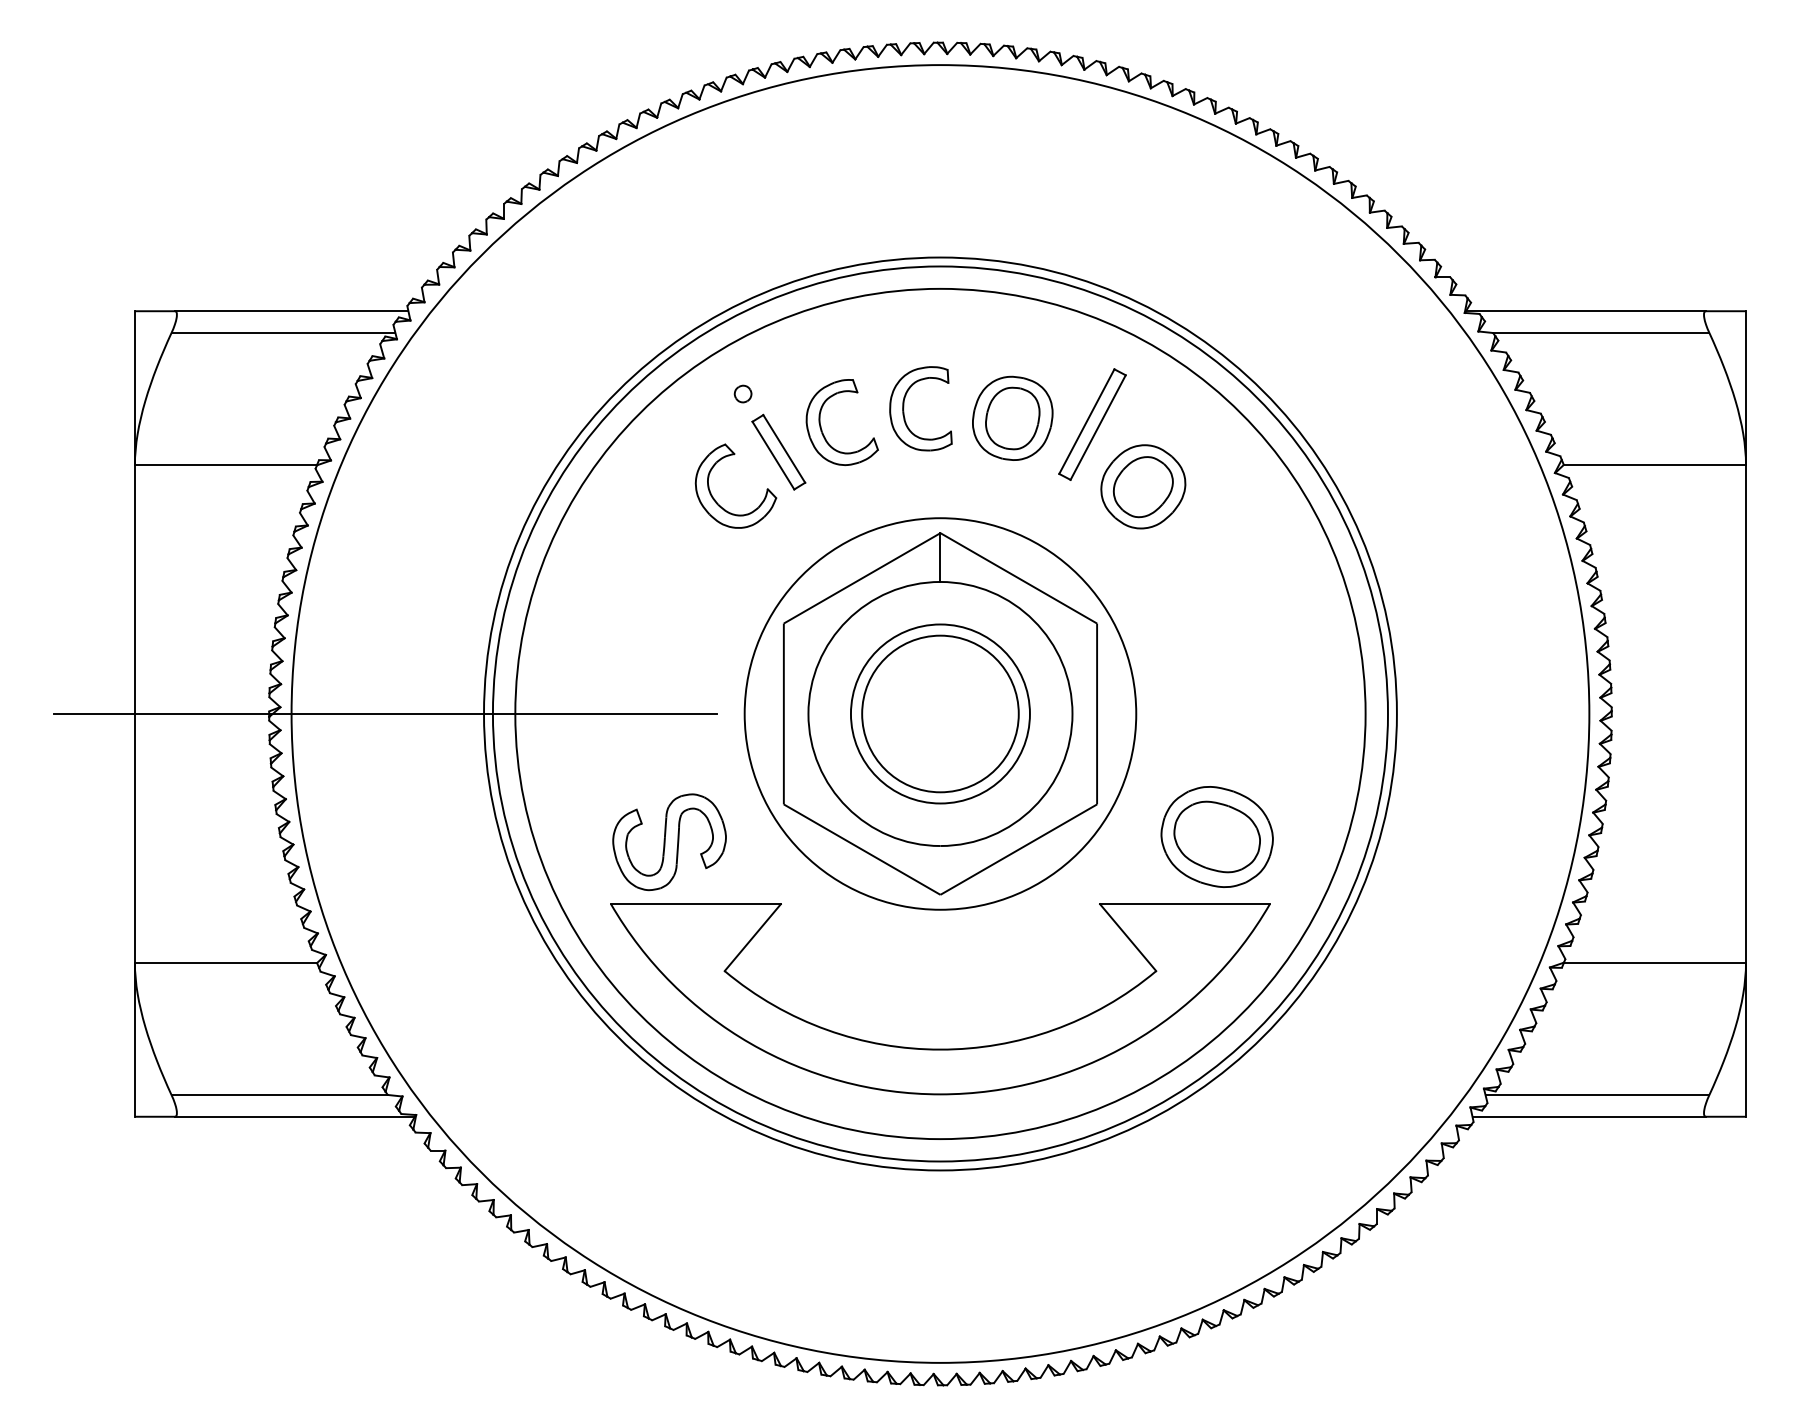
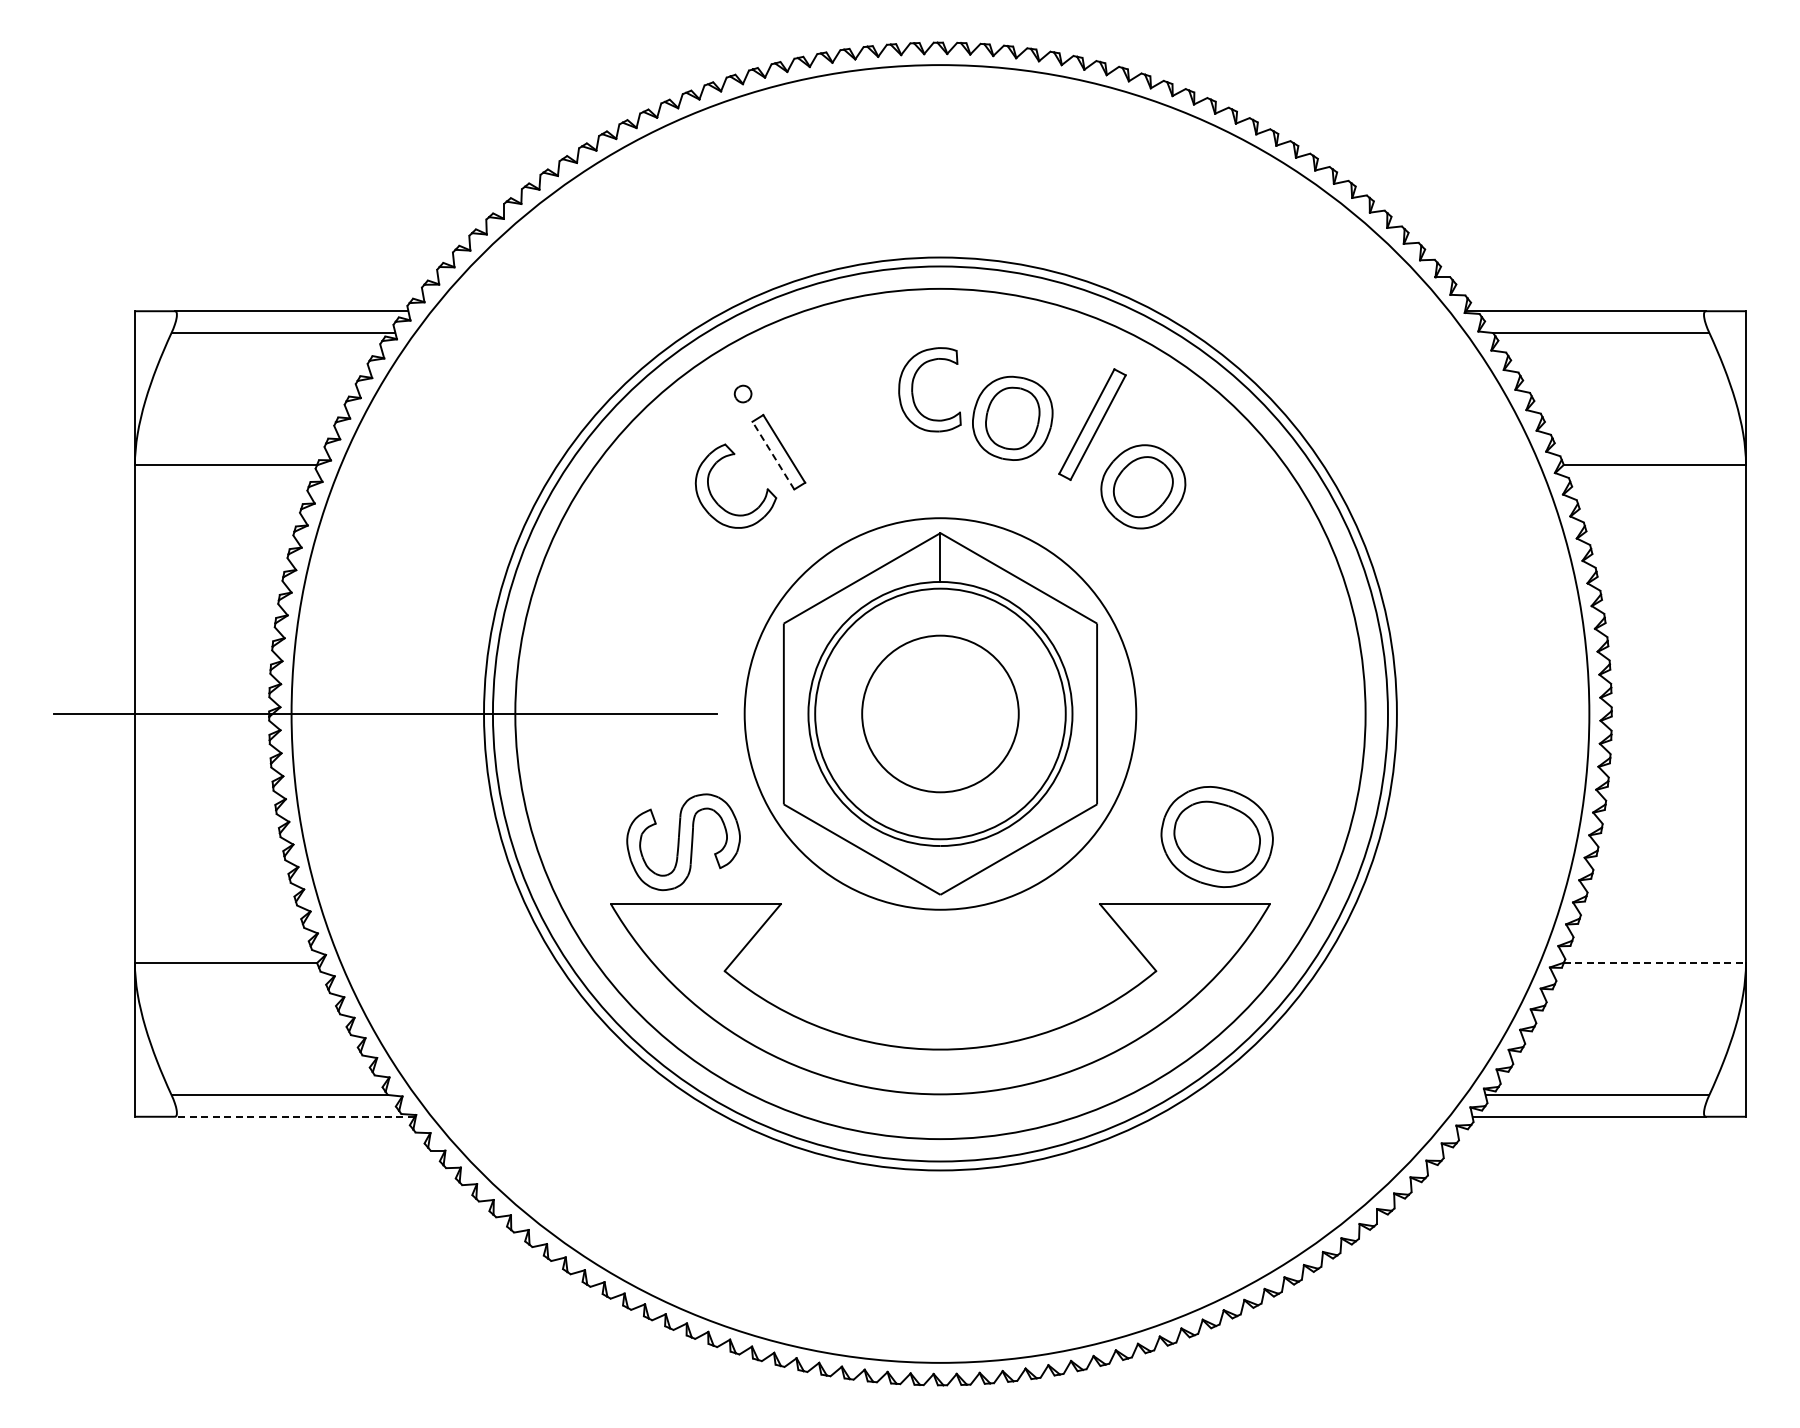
part at (904, 408) position: (904, 408) -> (913, 389)
part at (821, 425): present -> none
line at (773, 455): solid -> dashed
circle at (939, 713) diameter: 179 px -> 251 px
part at (669, 842) position: (669, 842) -> (683, 842)
line at (1655, 963): solid -> dashed
line at (294, 1116): solid -> dashed
